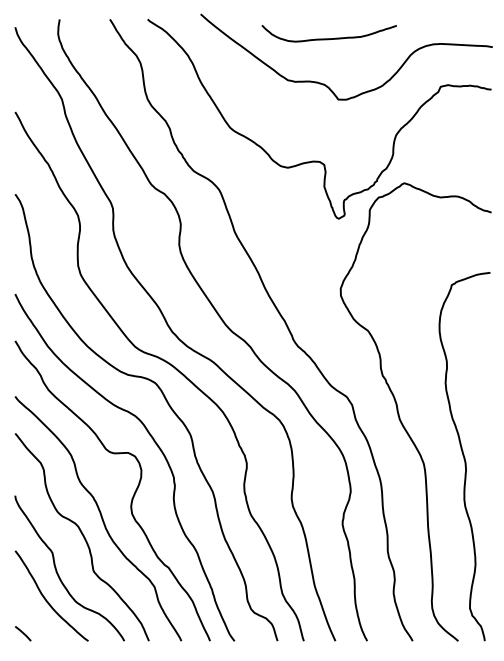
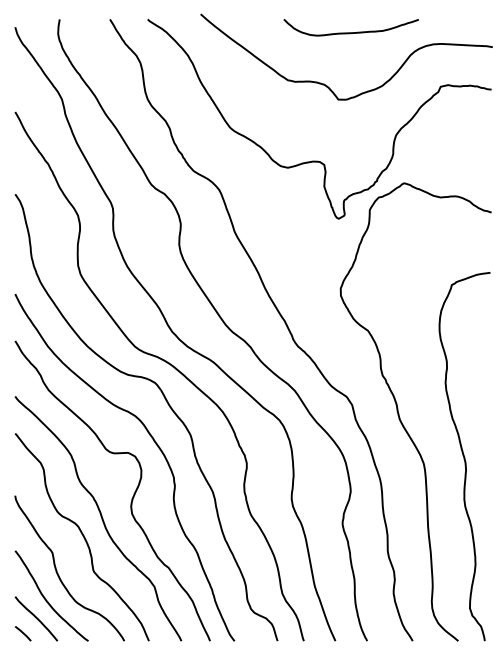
curve at (328, 38) position: (328, 38) -> (350, 32)
line at (36, 618): none -> present
